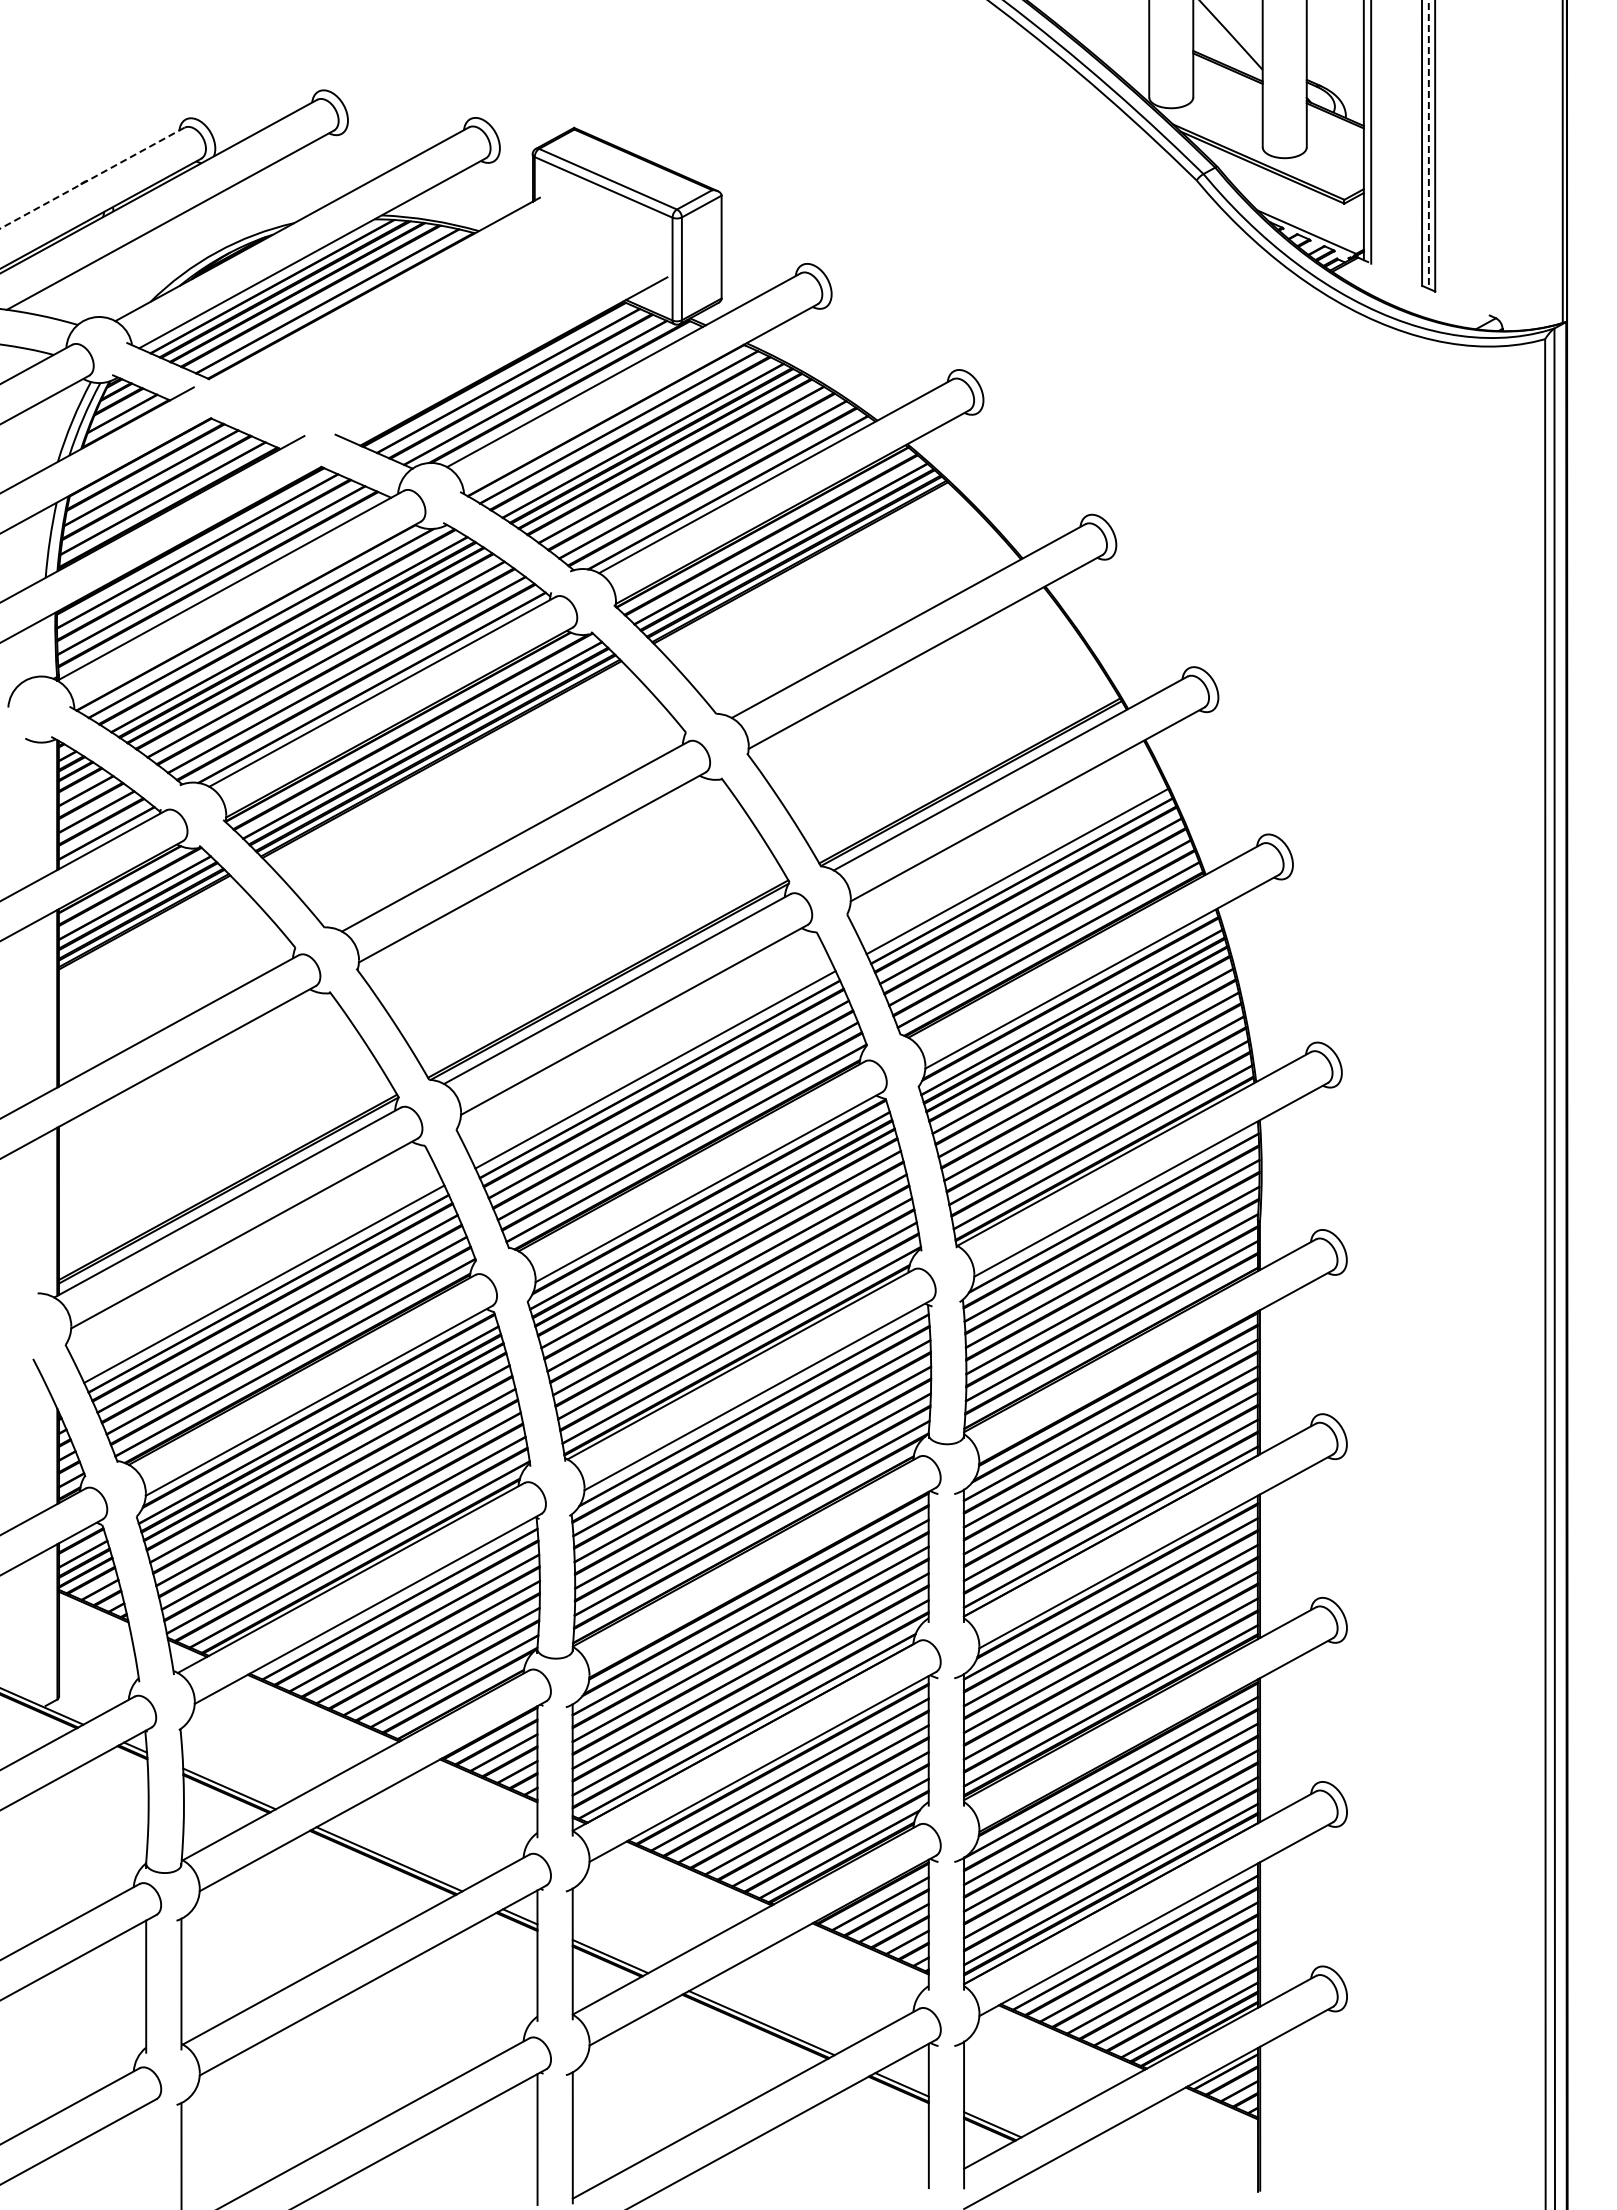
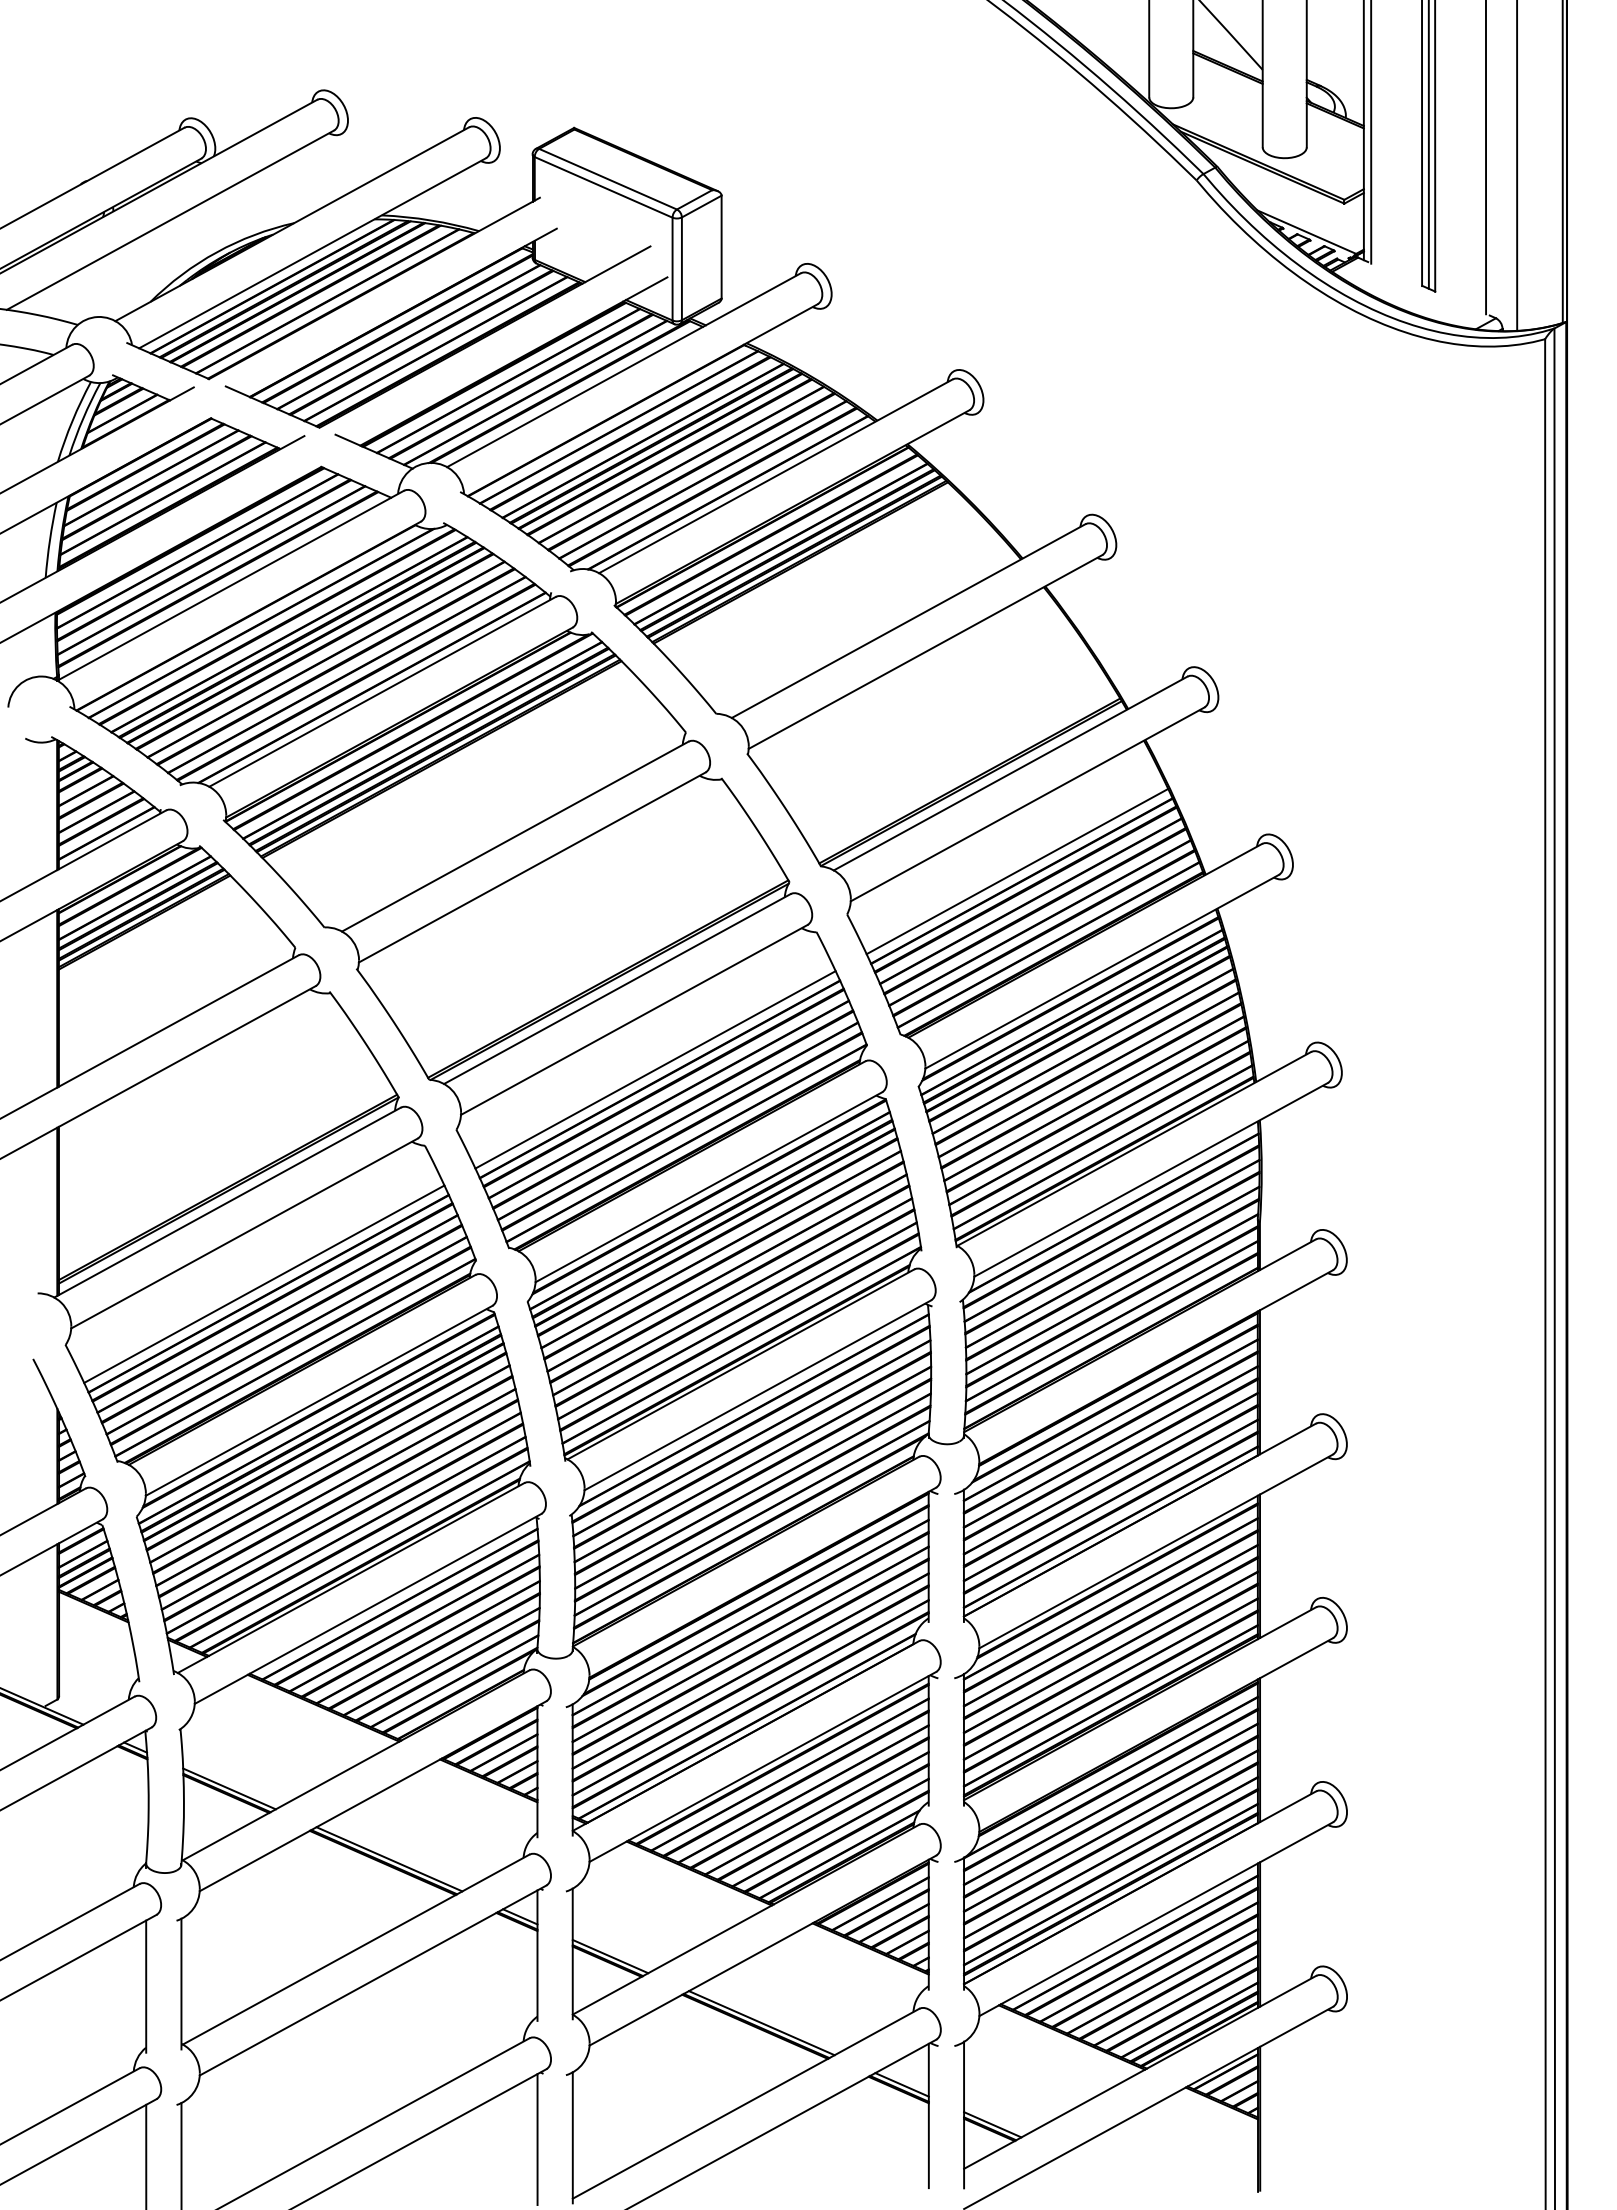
line at (1428, 144): dashed -> solid
line at (1485, 158): none -> present
line at (1517, 166): none -> present
line at (92, 178): dashed -> solid
part at (437, 327): none -> present
line at (146, 2155): none -> present
